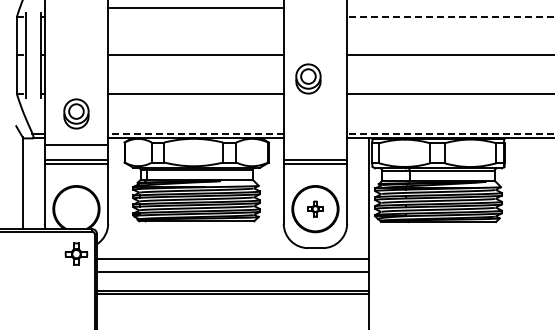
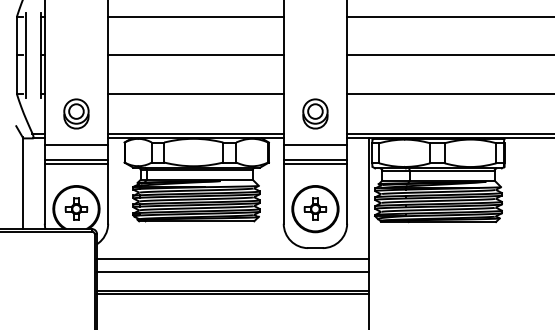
line at (195, 7) position: (195, 7) -> (195, 16)
line at (450, 16): dashed -> solid
part at (308, 78) position: (308, 78) -> (315, 113)
line at (195, 133): dashed -> solid
line at (450, 133): dashed -> solid
line at (315, 144): none -> present
part at (315, 208) size: 17x18 px -> 25x24 px
part at (76, 253) position: (76, 253) -> (76, 208)
